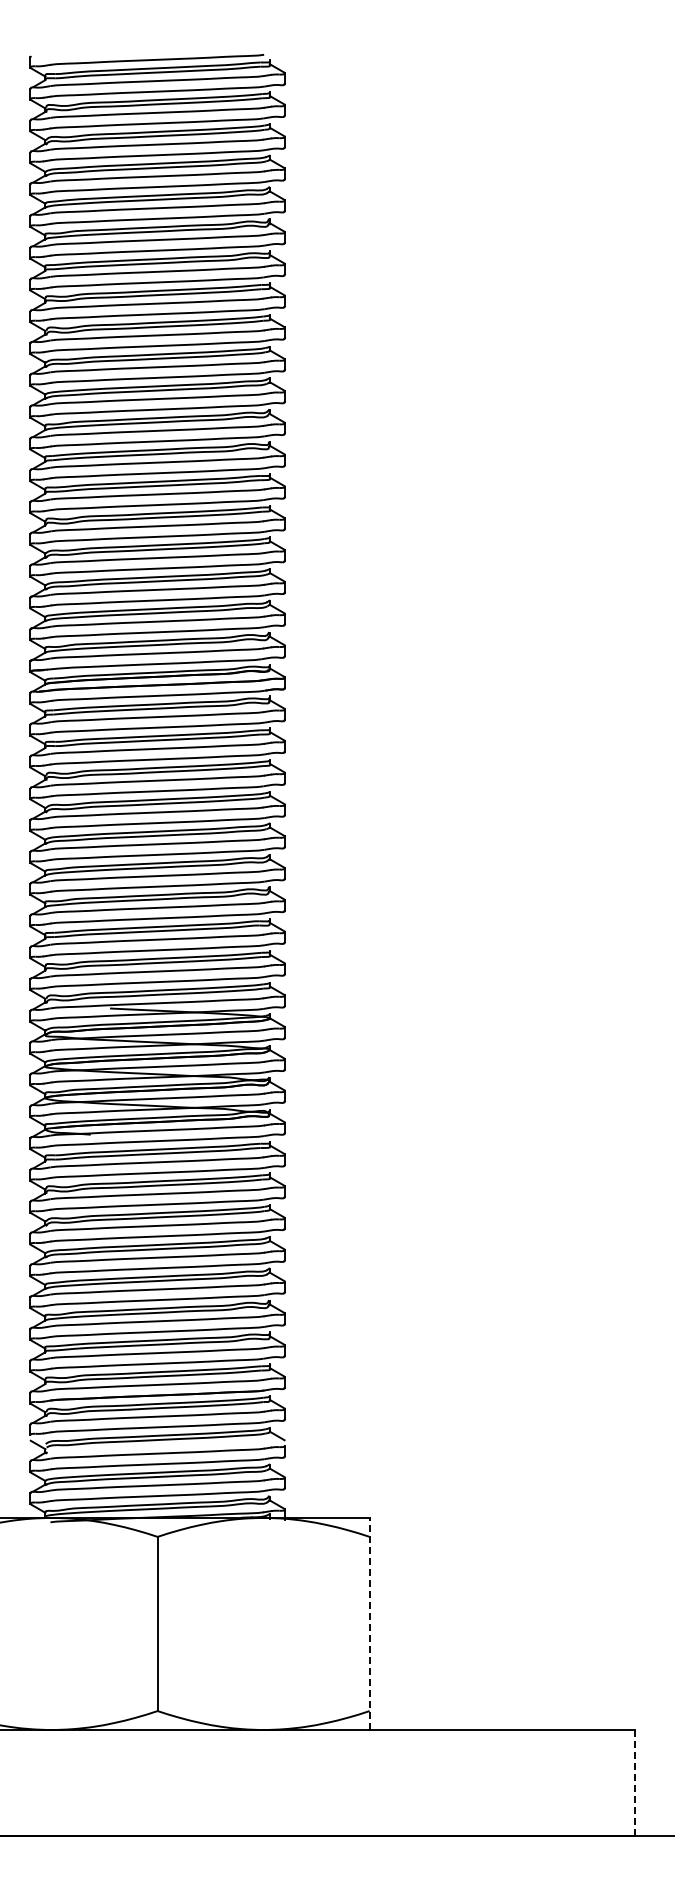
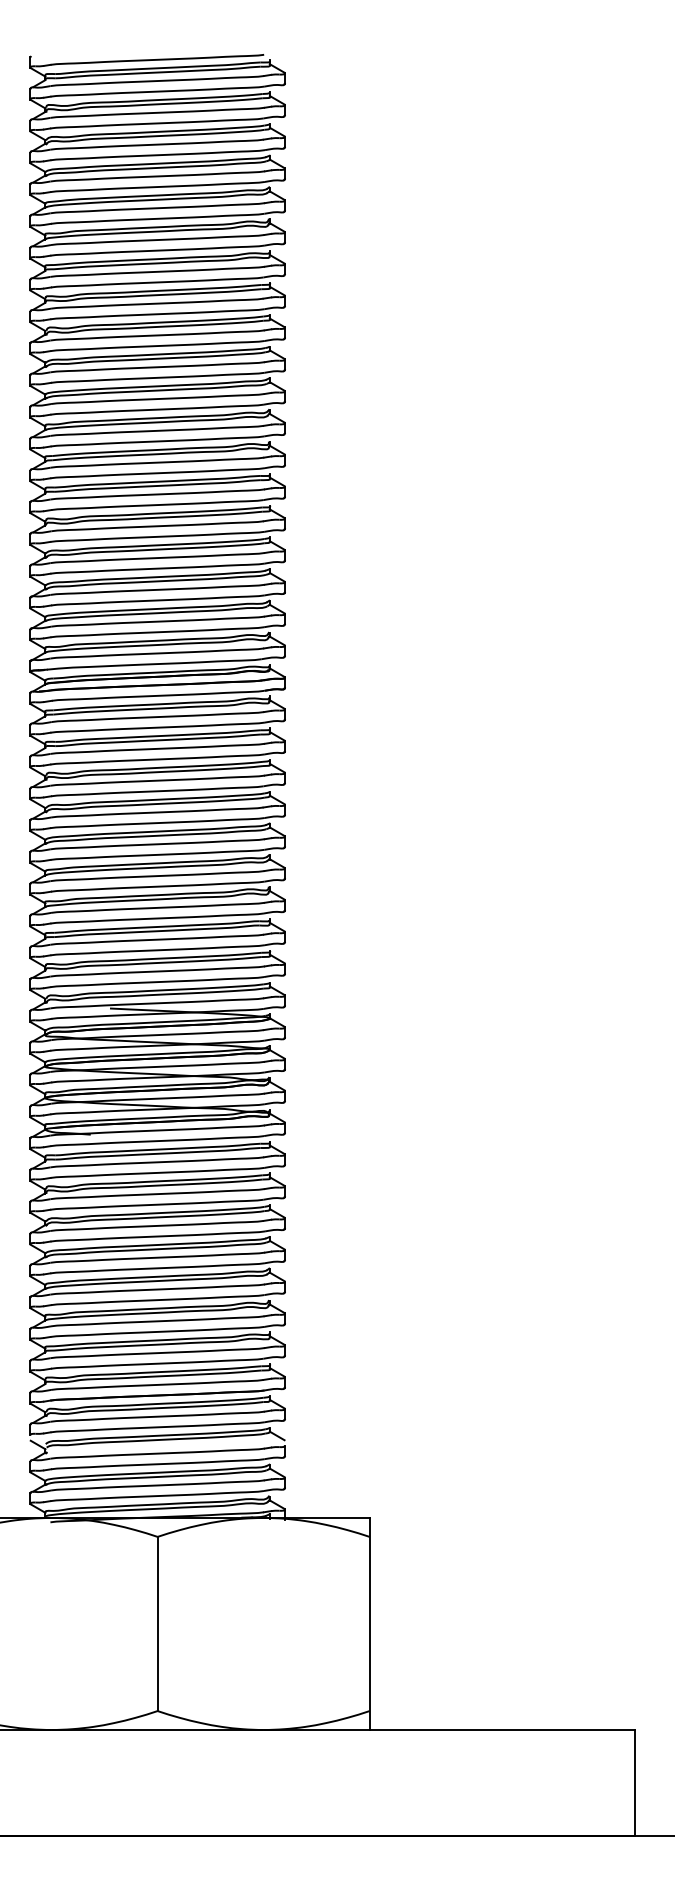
line at (369, 1623): dashed -> solid
line at (634, 1782): dashed -> solid
